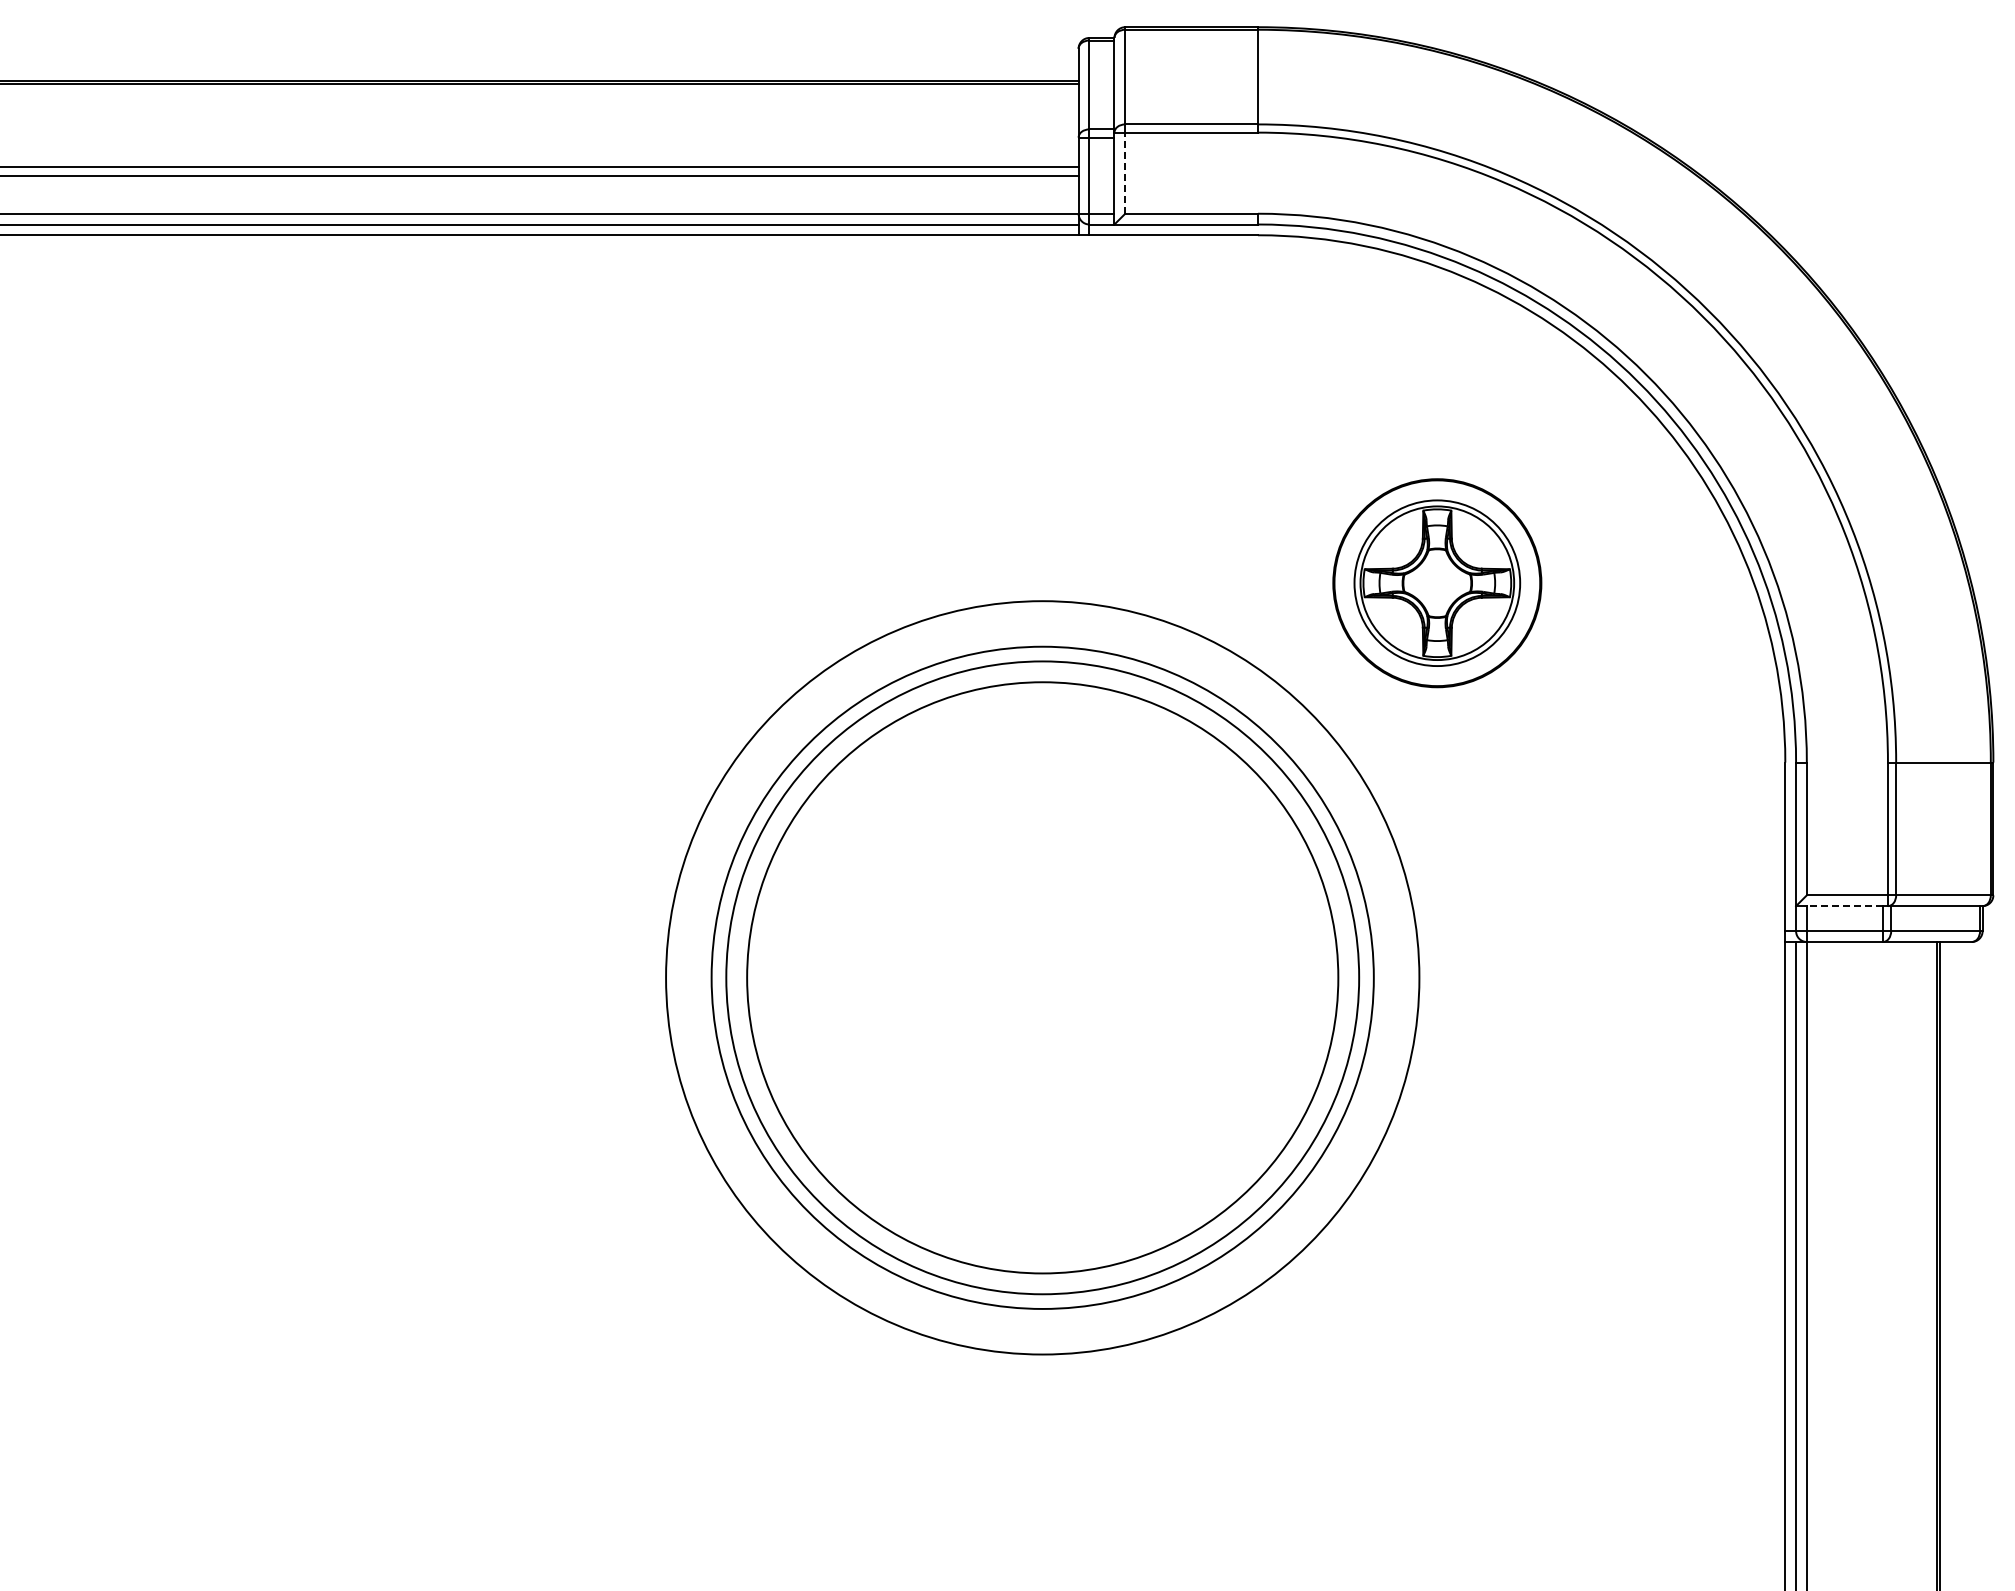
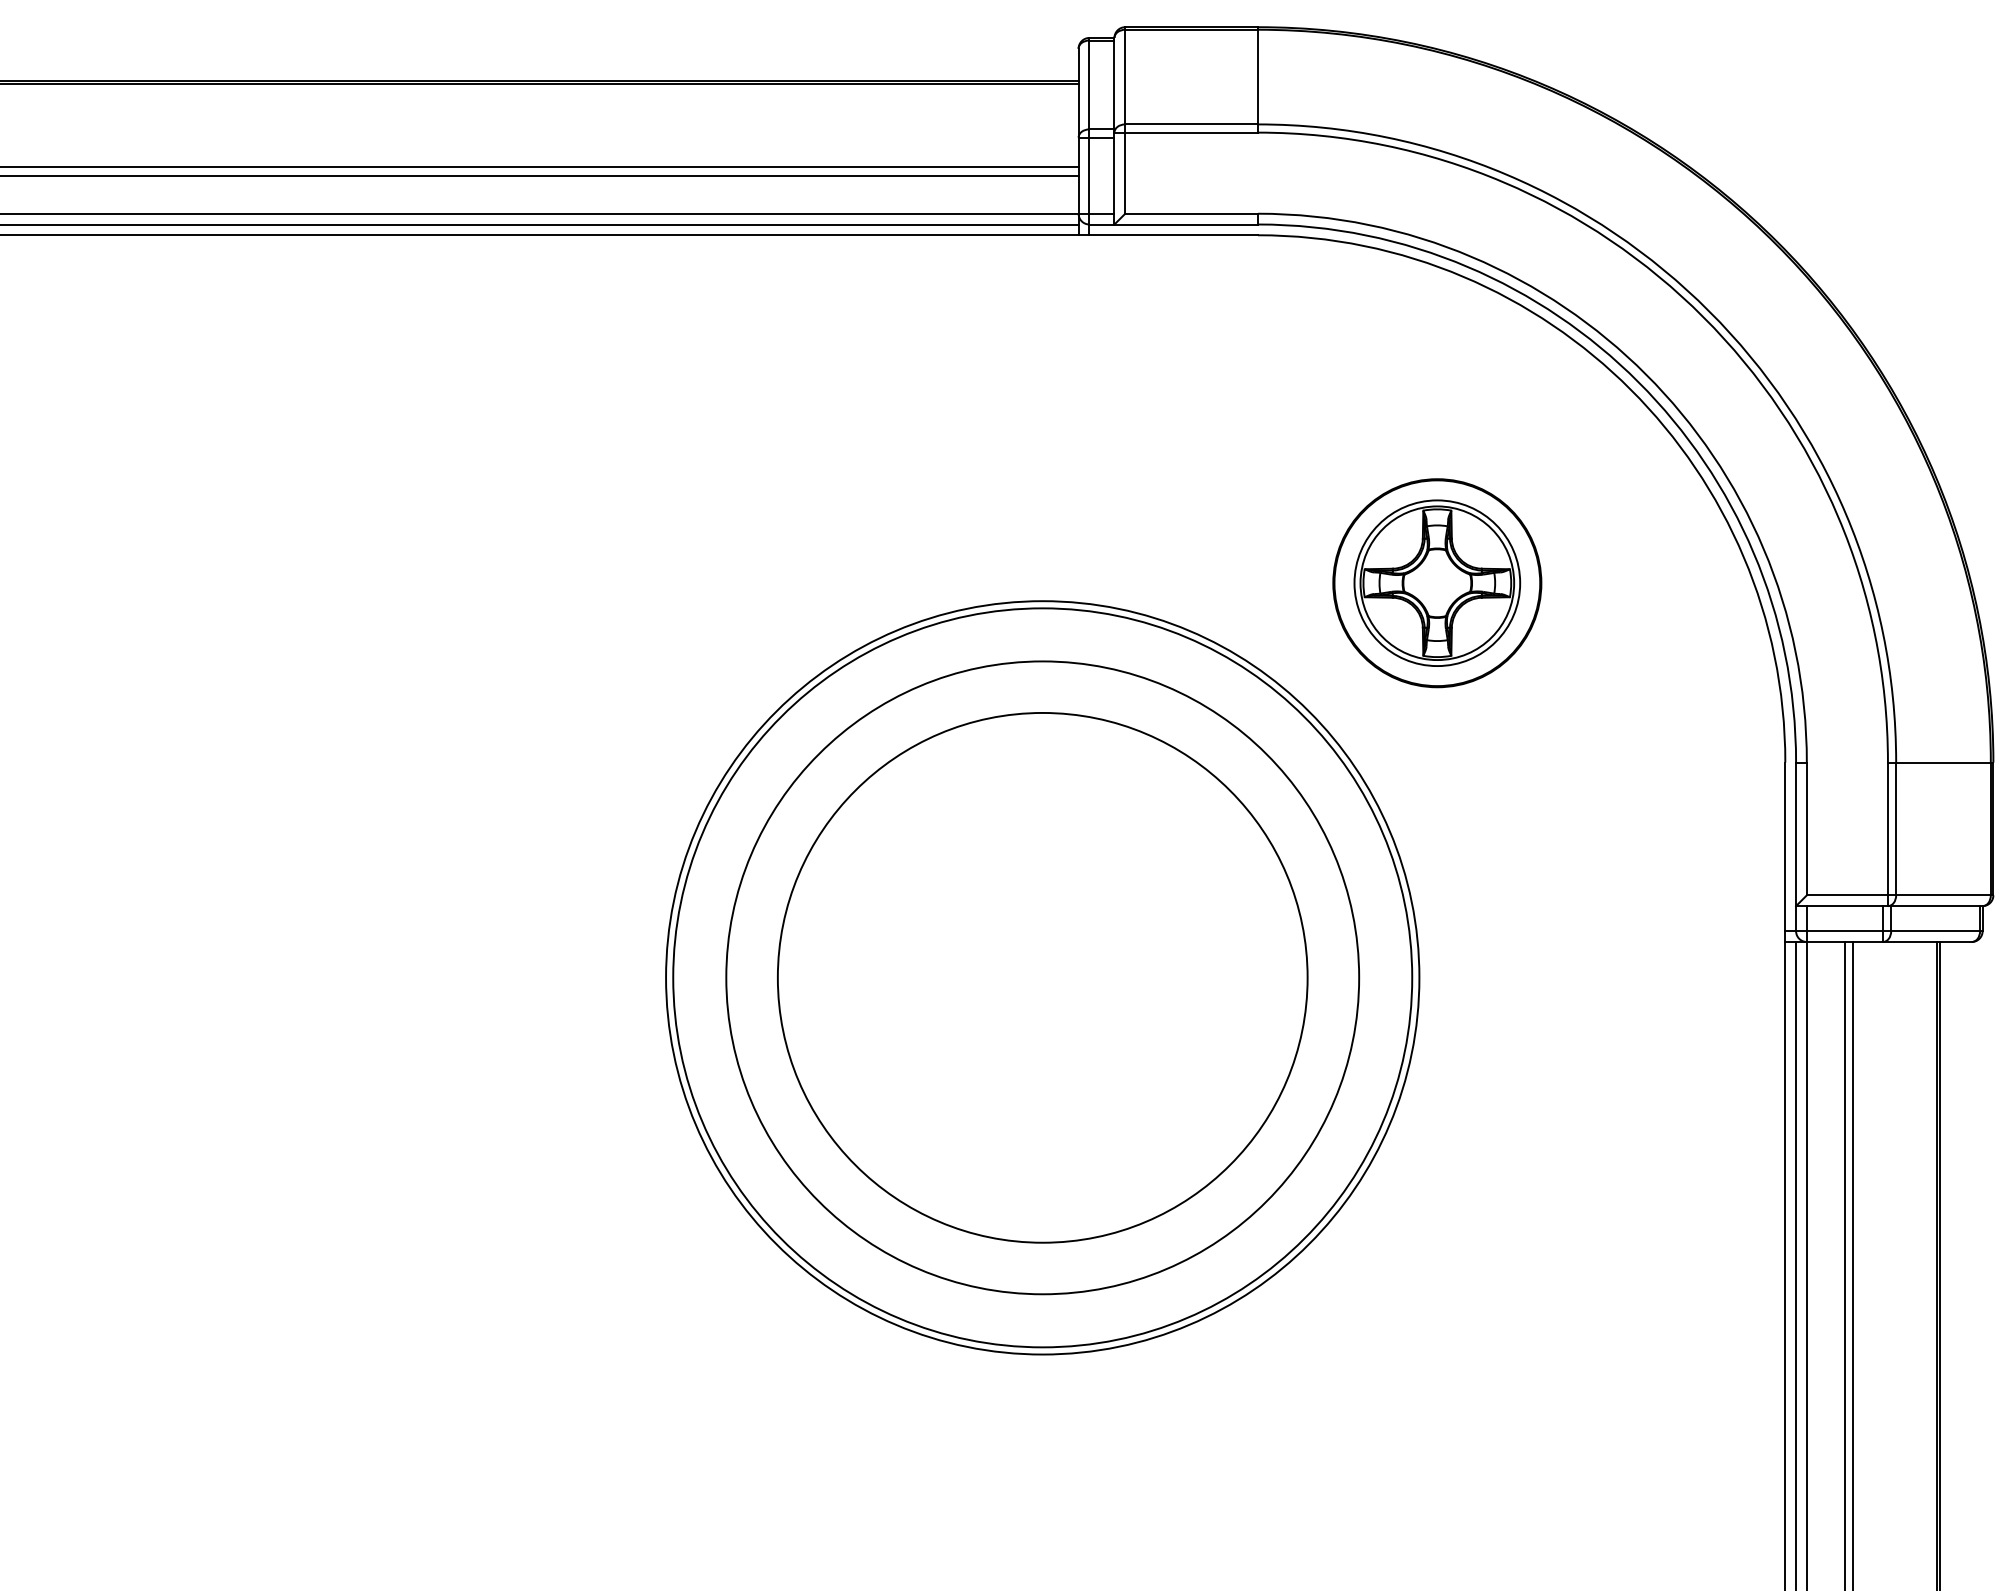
line at (1125, 173): dashed -> solid
line at (1844, 906): dashed -> solid
circle at (1042, 977) diameter: 591 px -> 739 px
circle at (1042, 977) diameter: 662 px -> 530 px
line at (1844, 1264): none -> present
line at (1853, 1264): none -> present
